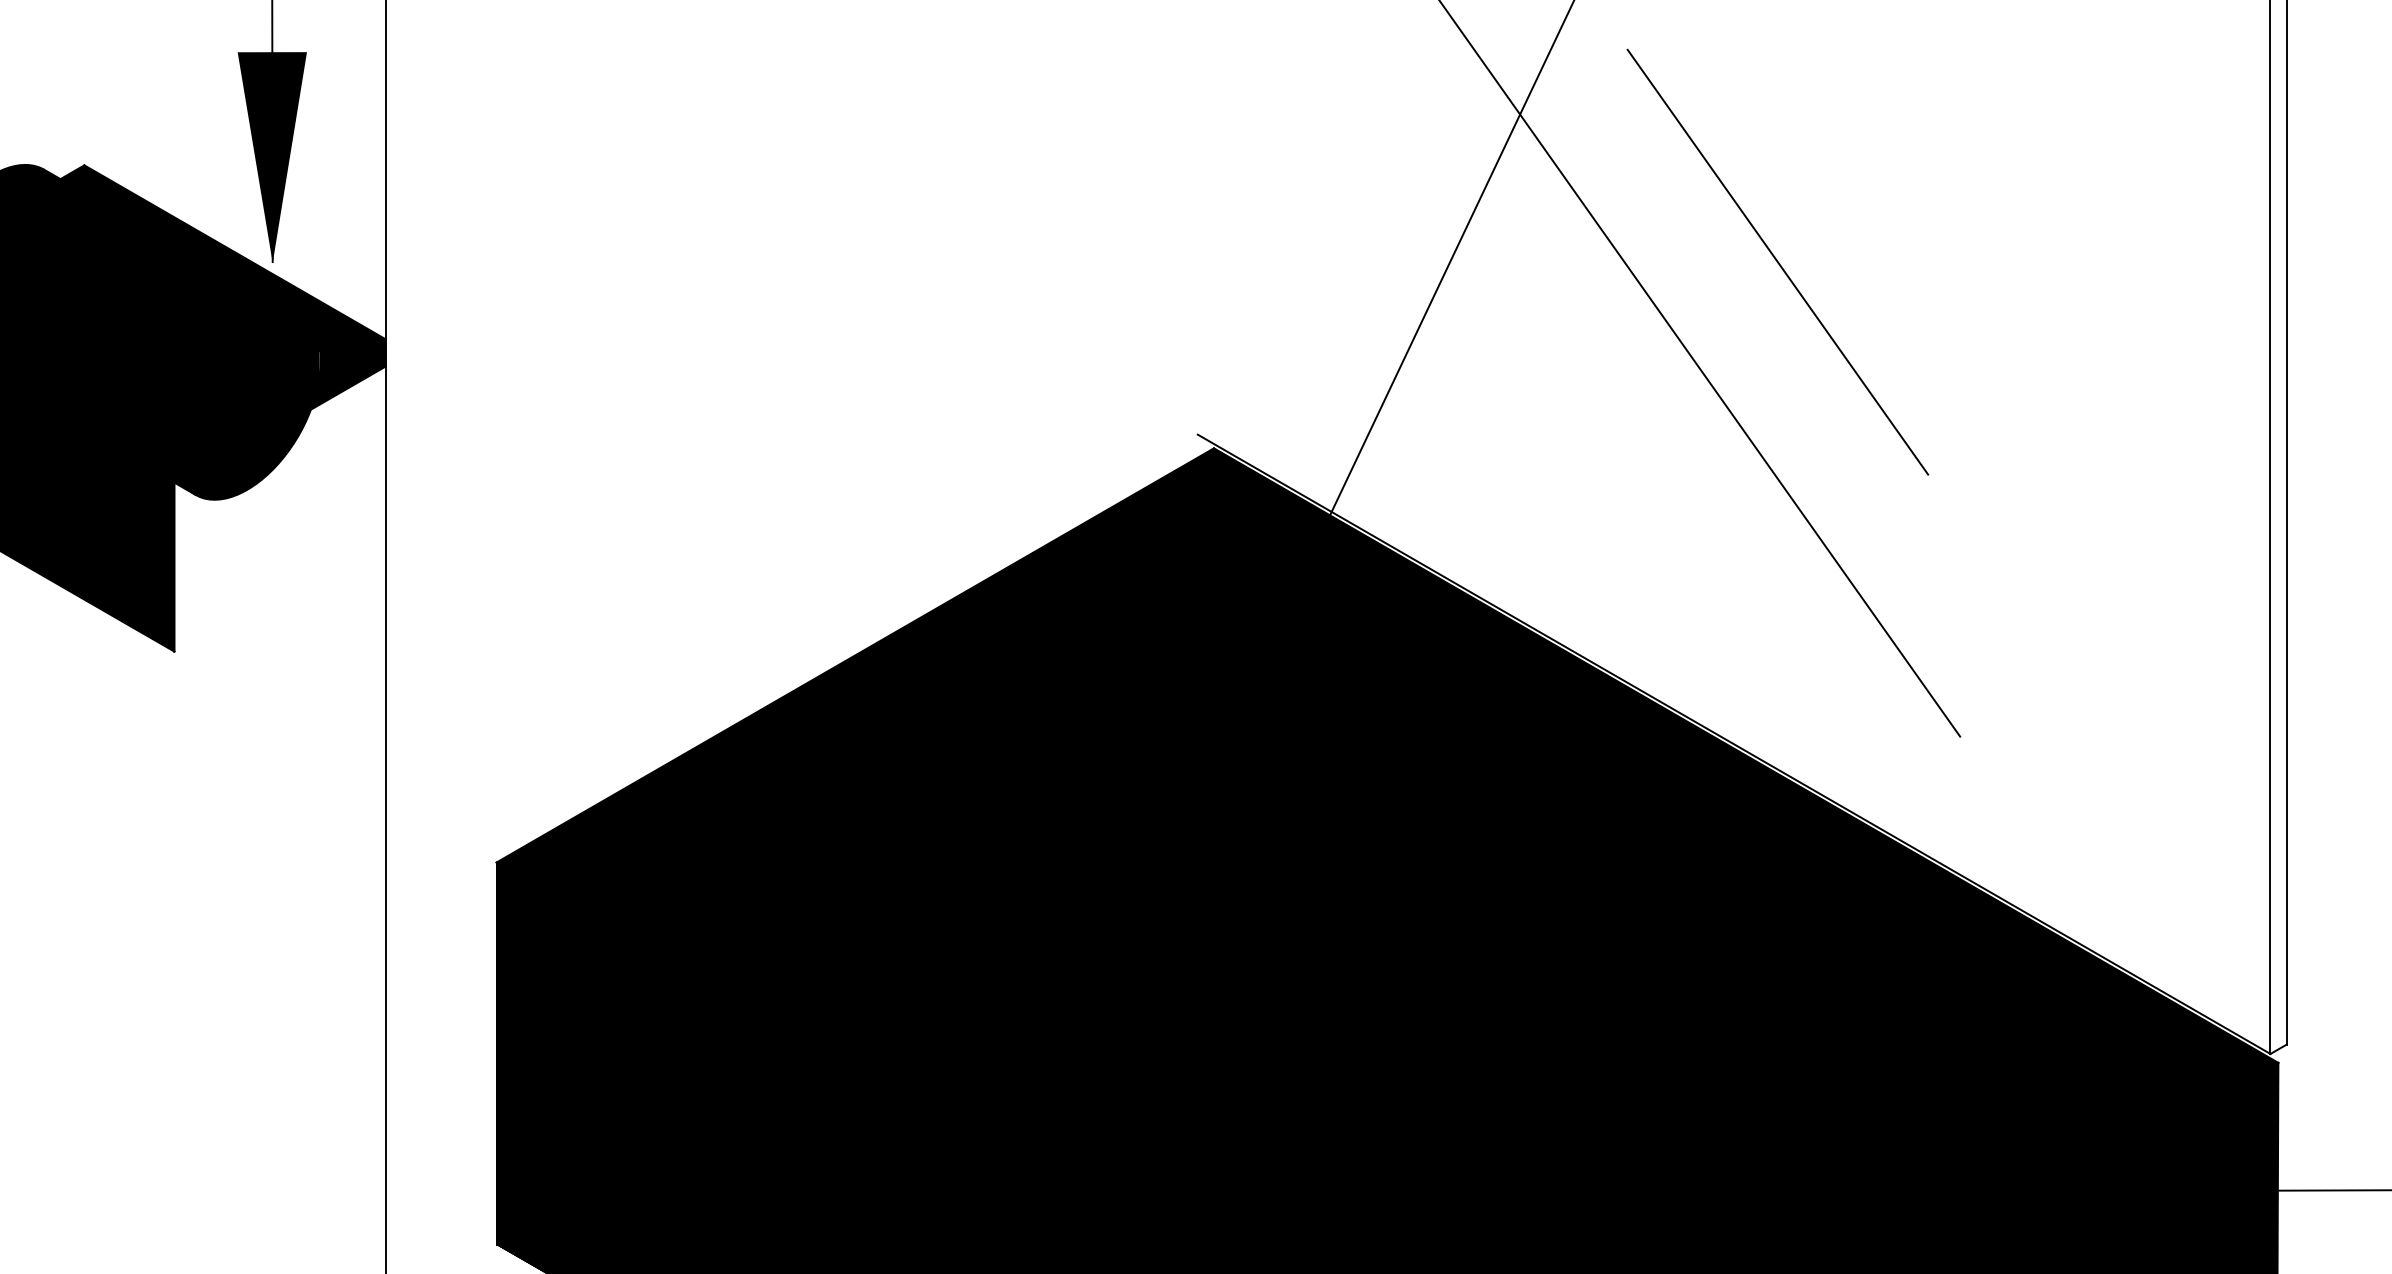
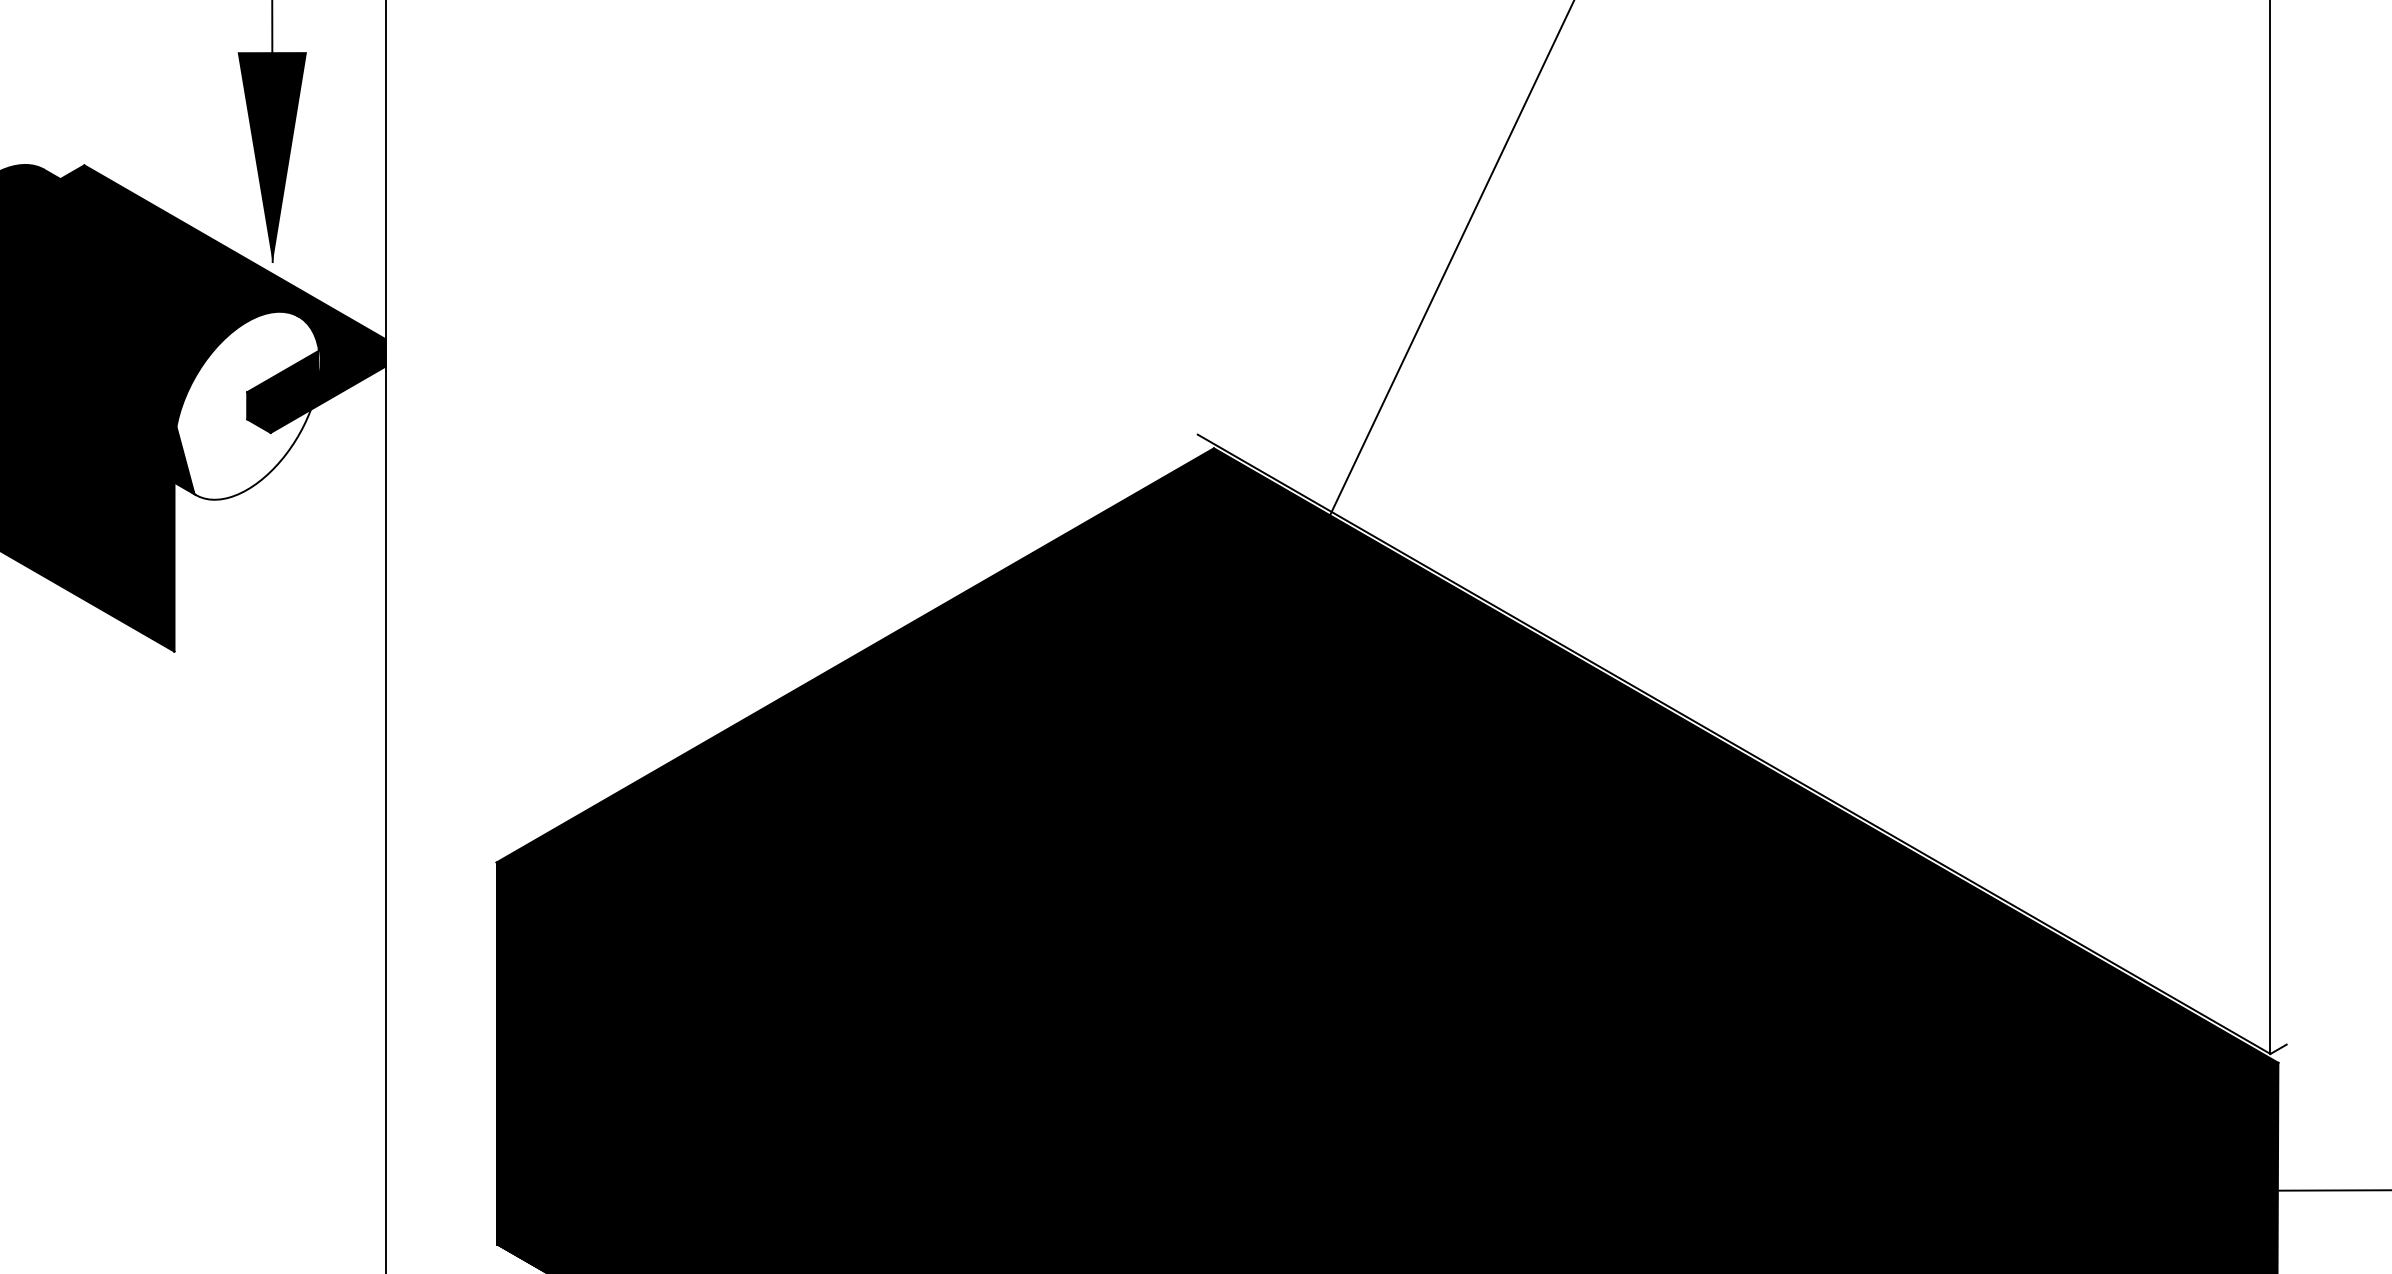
line at (1777, 261): present -> none
line at (1700, 369): present -> none
fill at (246, 405): present -> none
line at (2286, 523): present -> none
